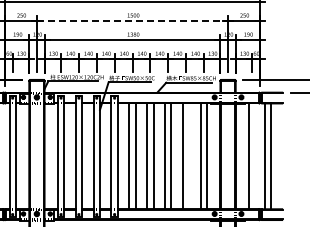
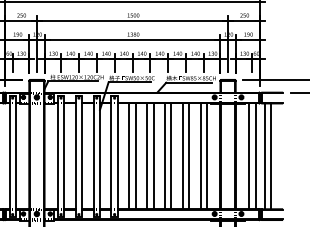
line at (132, 20): dashed -> solid
line at (189, 156): none -> present
line at (255, 156): none -> present
